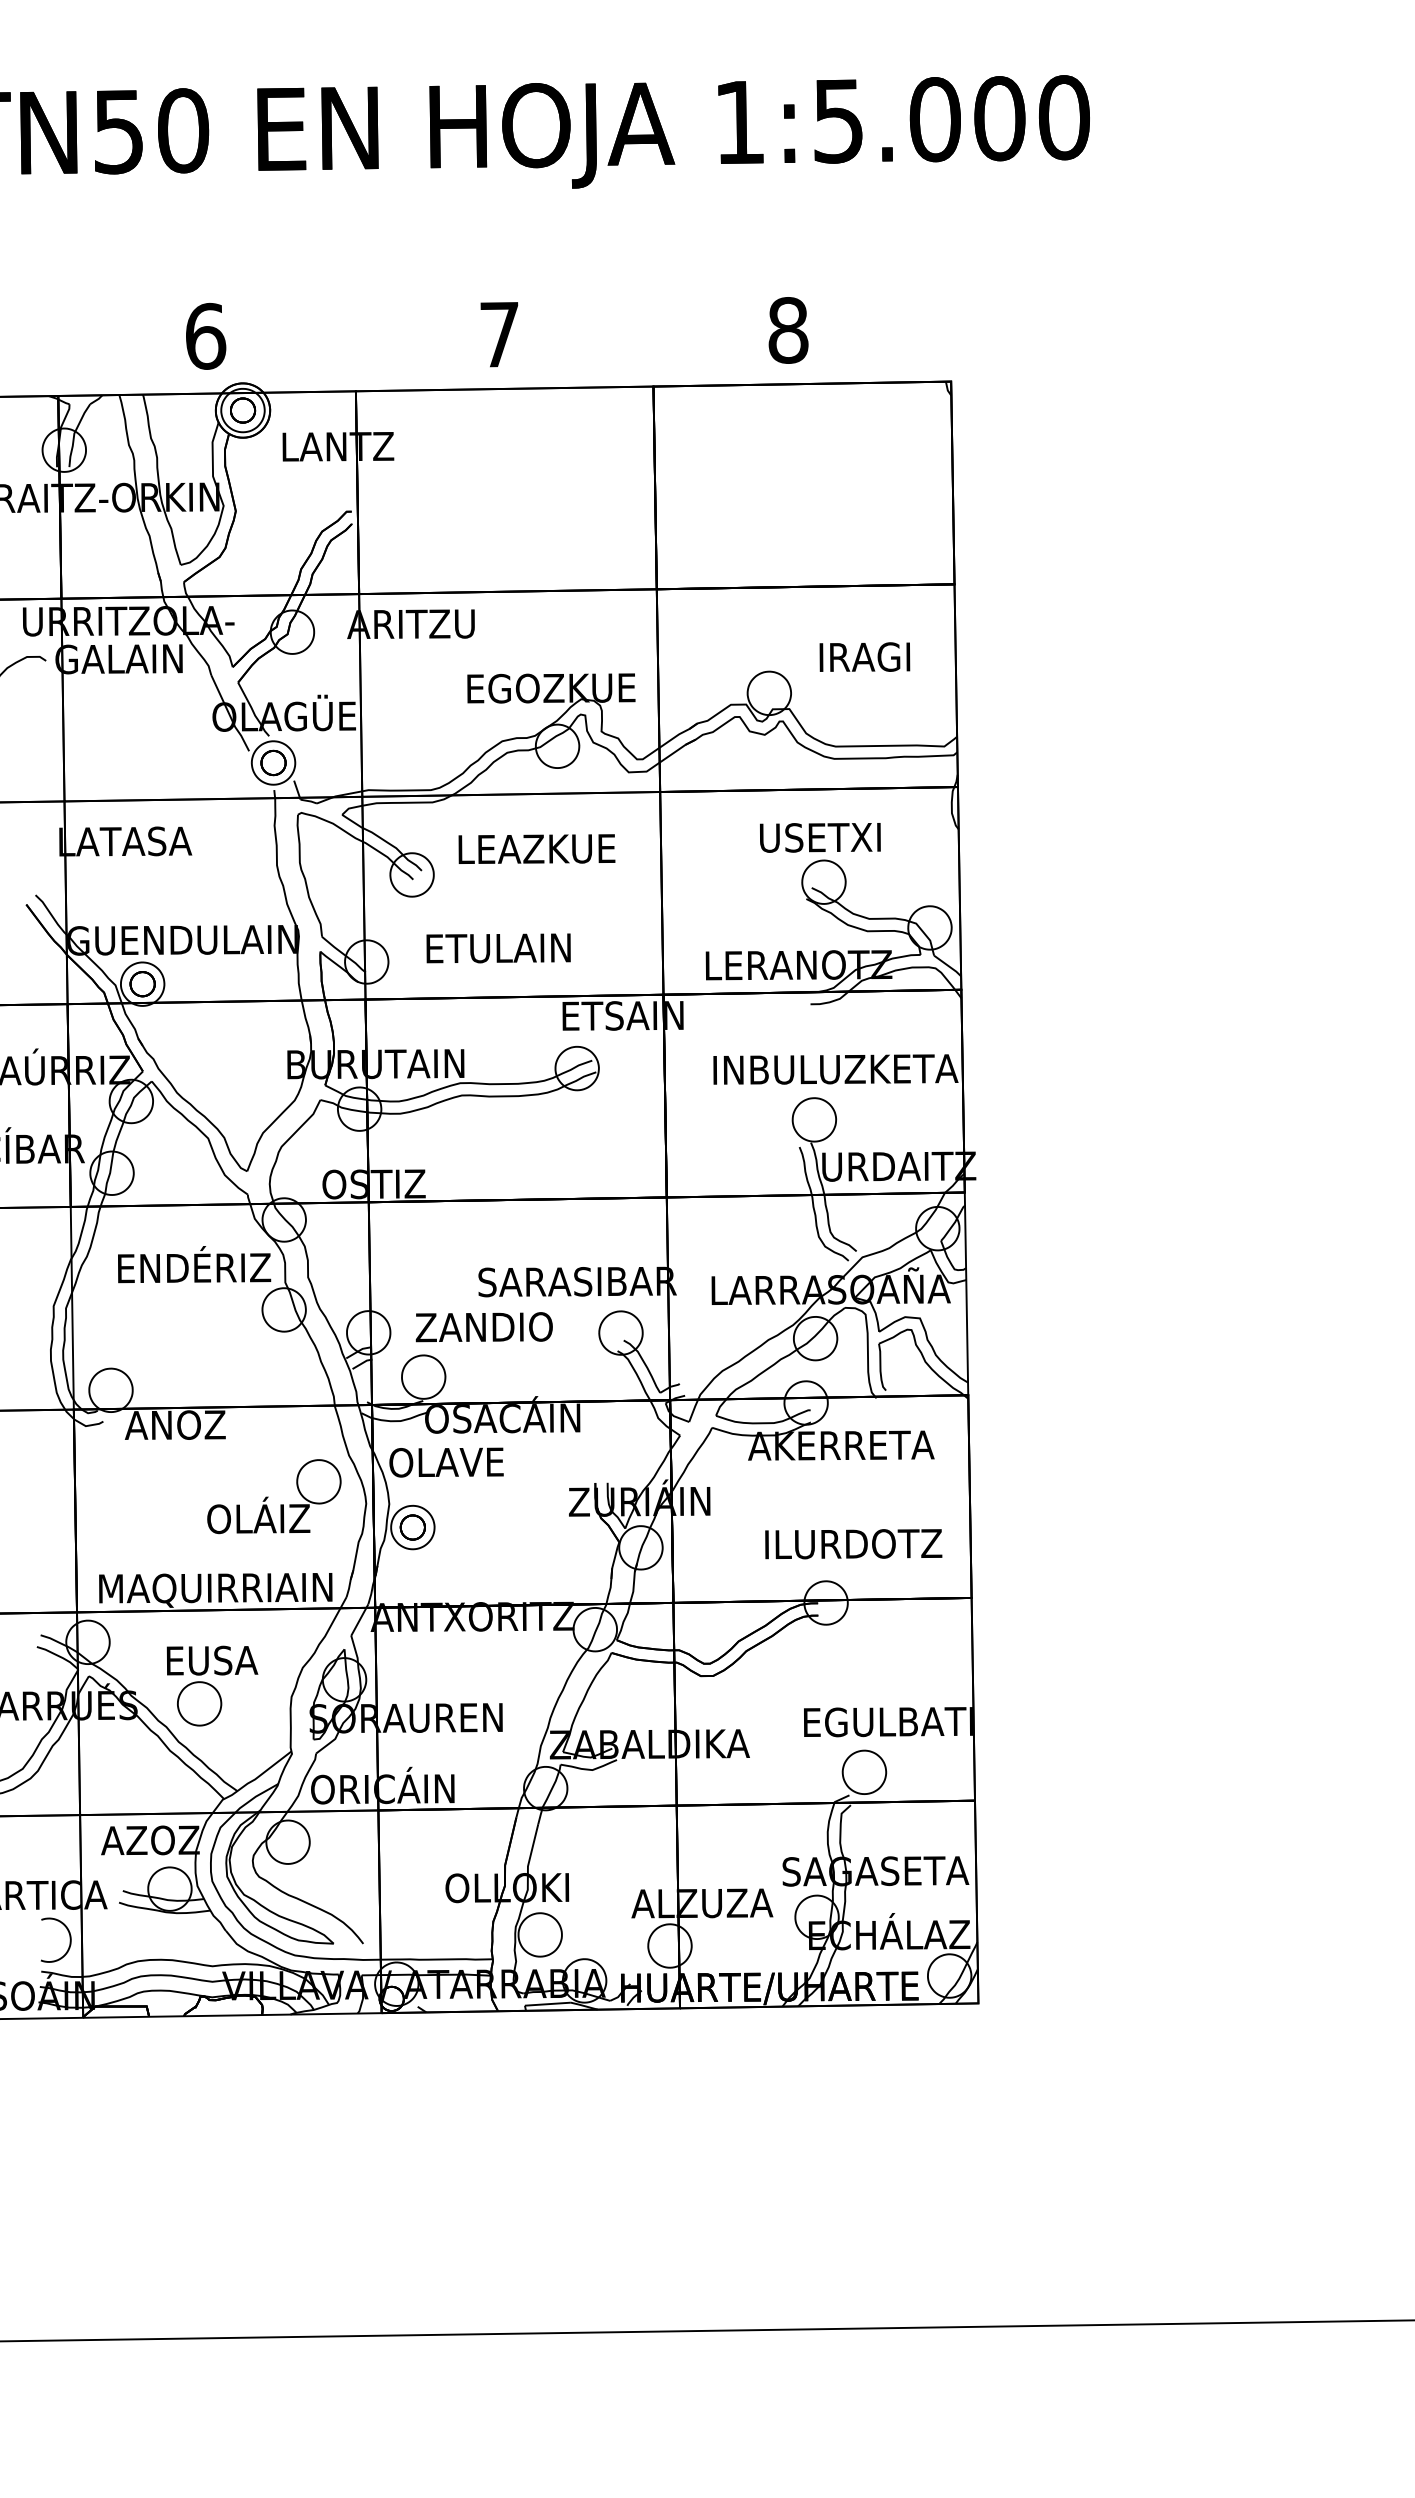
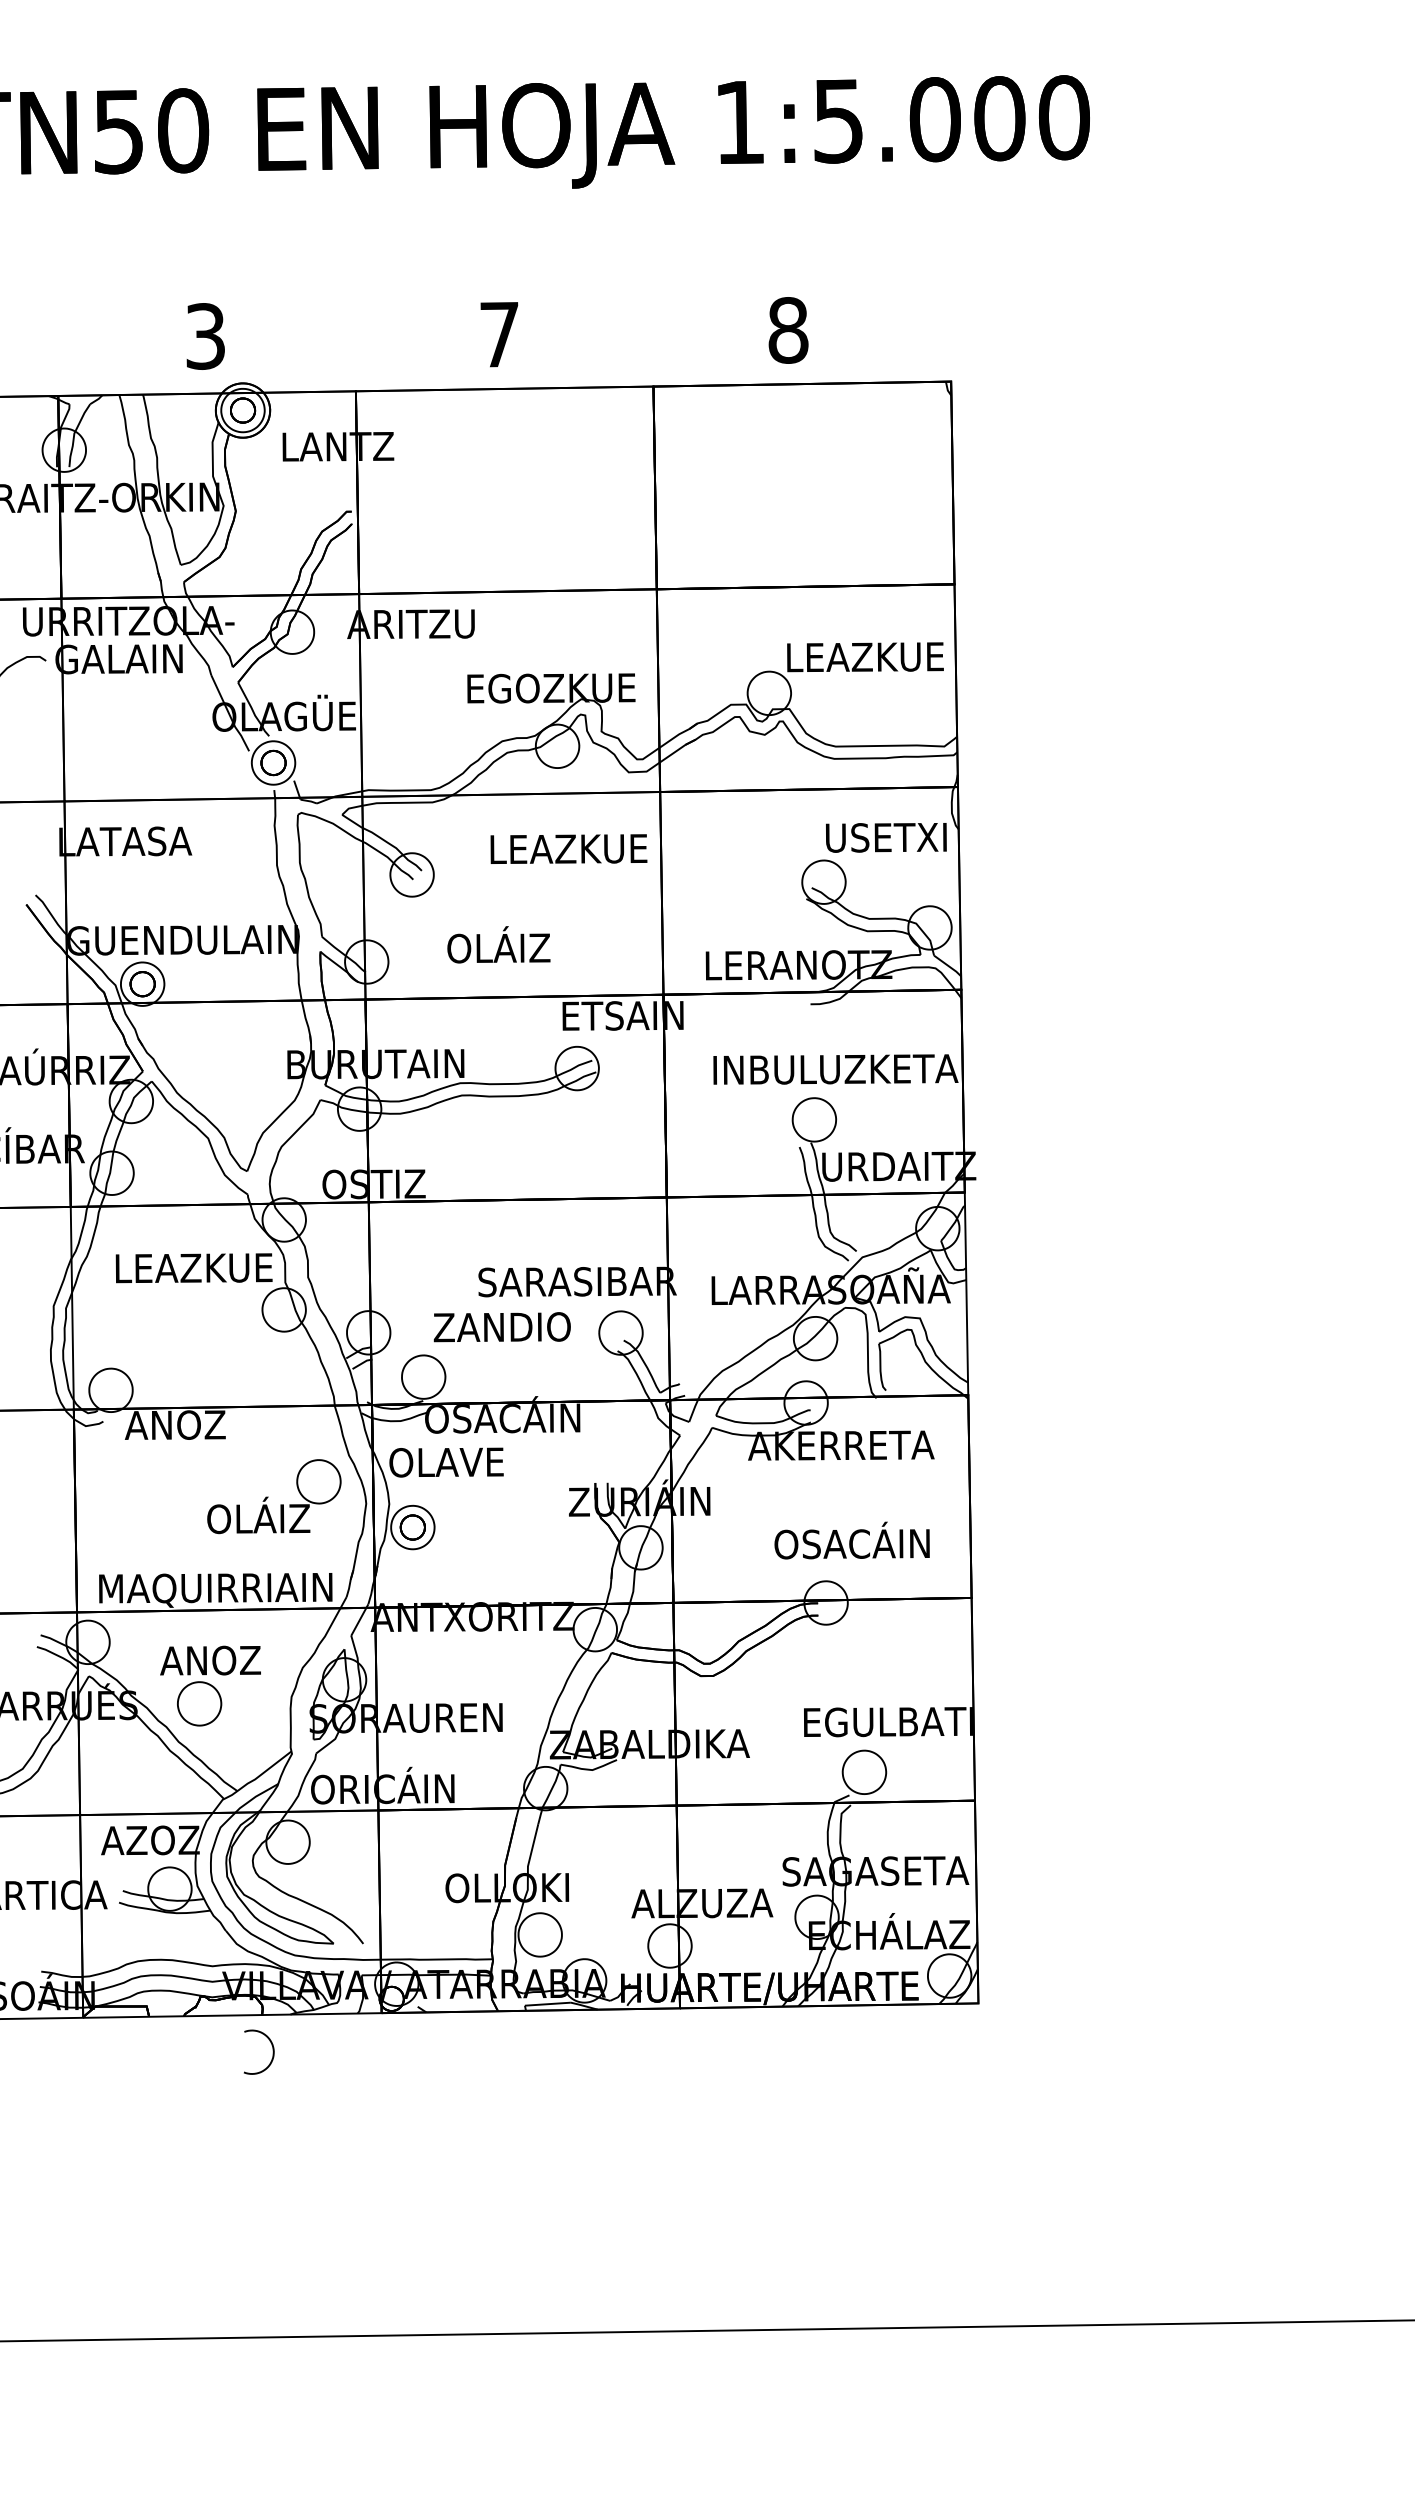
text at (206, 335): 6 -> 3
text at (865, 657): IRAGI -> LEAZKUE
text at (820, 837) position: (820, 837) -> (886, 837)
text at (536, 848) position: (536, 848) -> (568, 848)
text at (498, 944): ETULAIN -> OLÁIZ
text at (193, 1264): ENDÉRIZ -> LEAZKUE
text at (483, 1327) position: (483, 1327) -> (501, 1327)
text at (853, 1540): ILURDOTZ -> OSACÁIN
text at (210, 1660): EUSA -> ANOZ
curve at (69, 1939) position: (69, 1939) -> (272, 2051)
